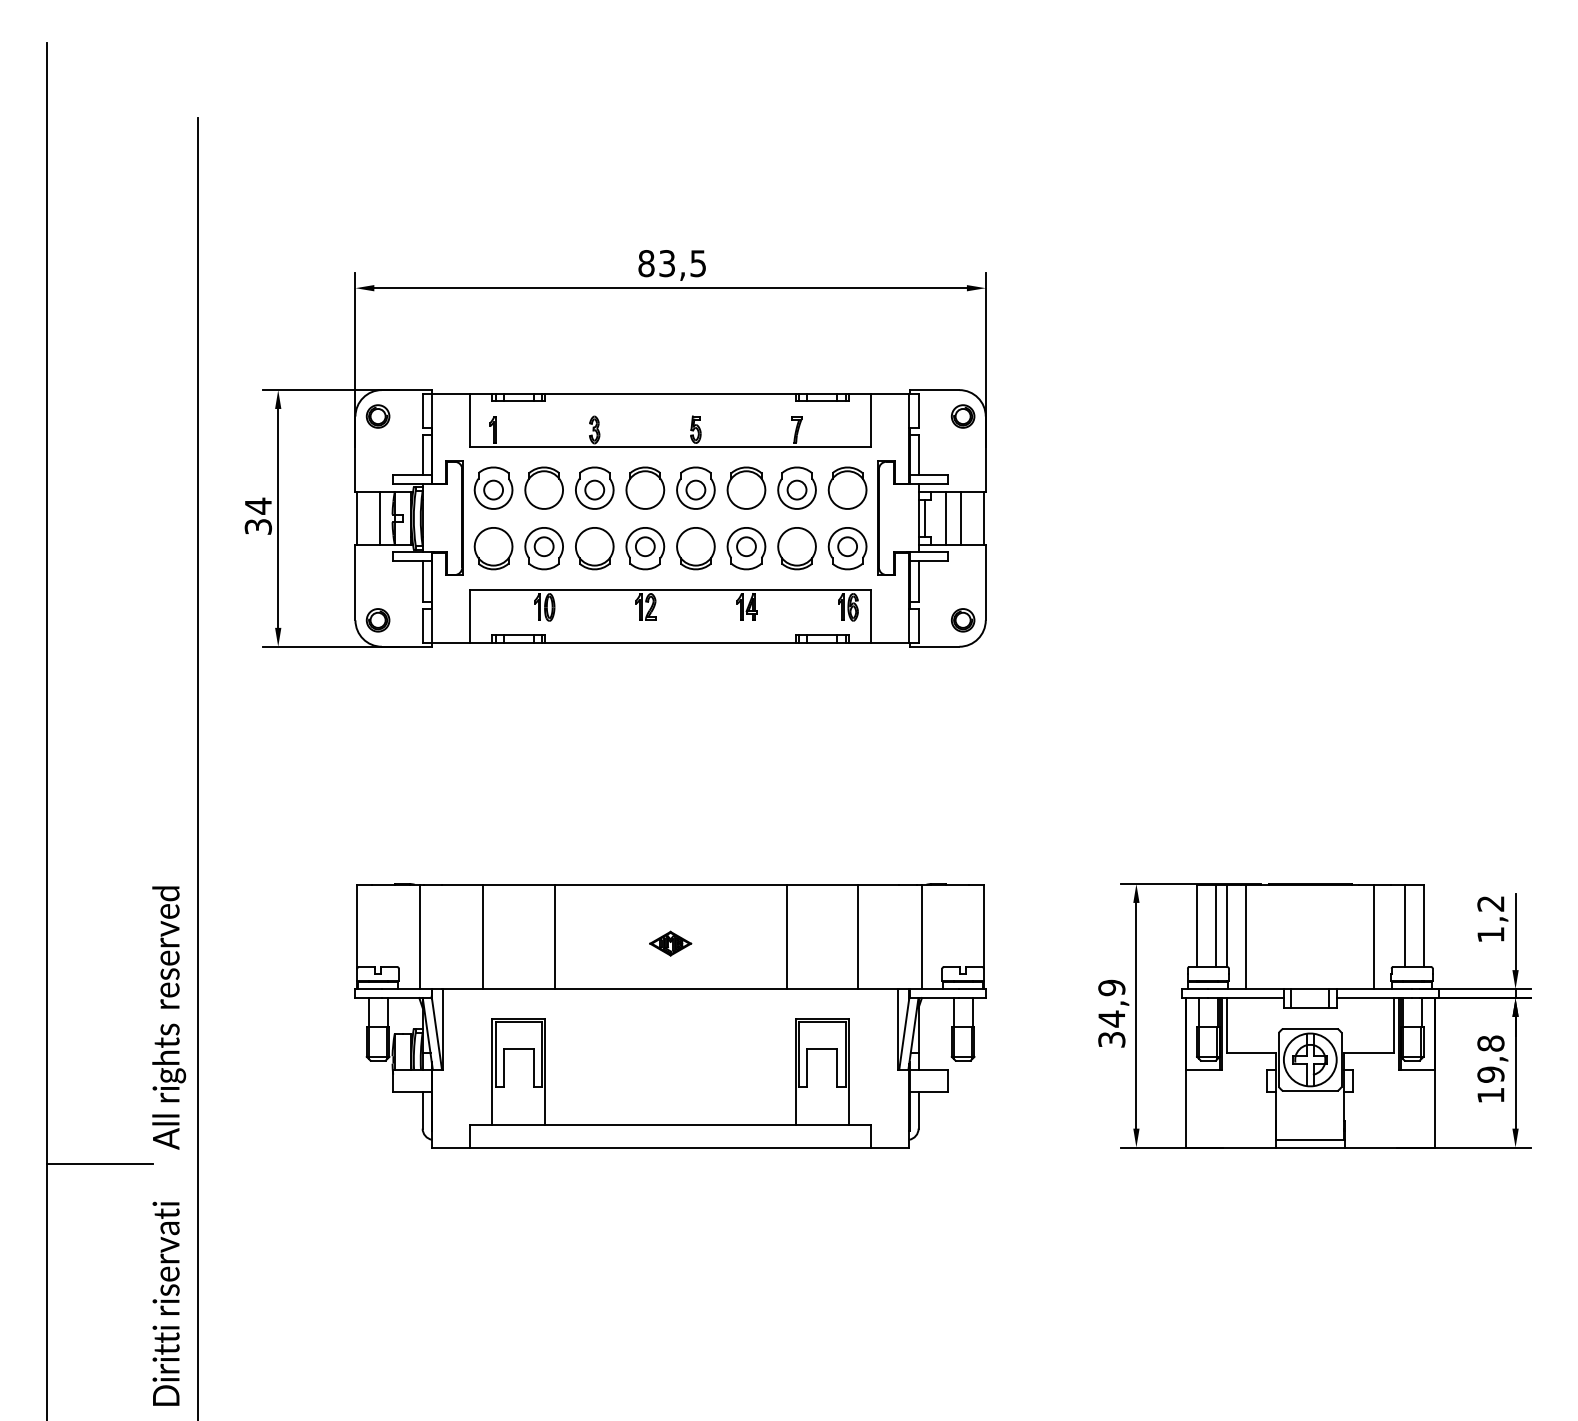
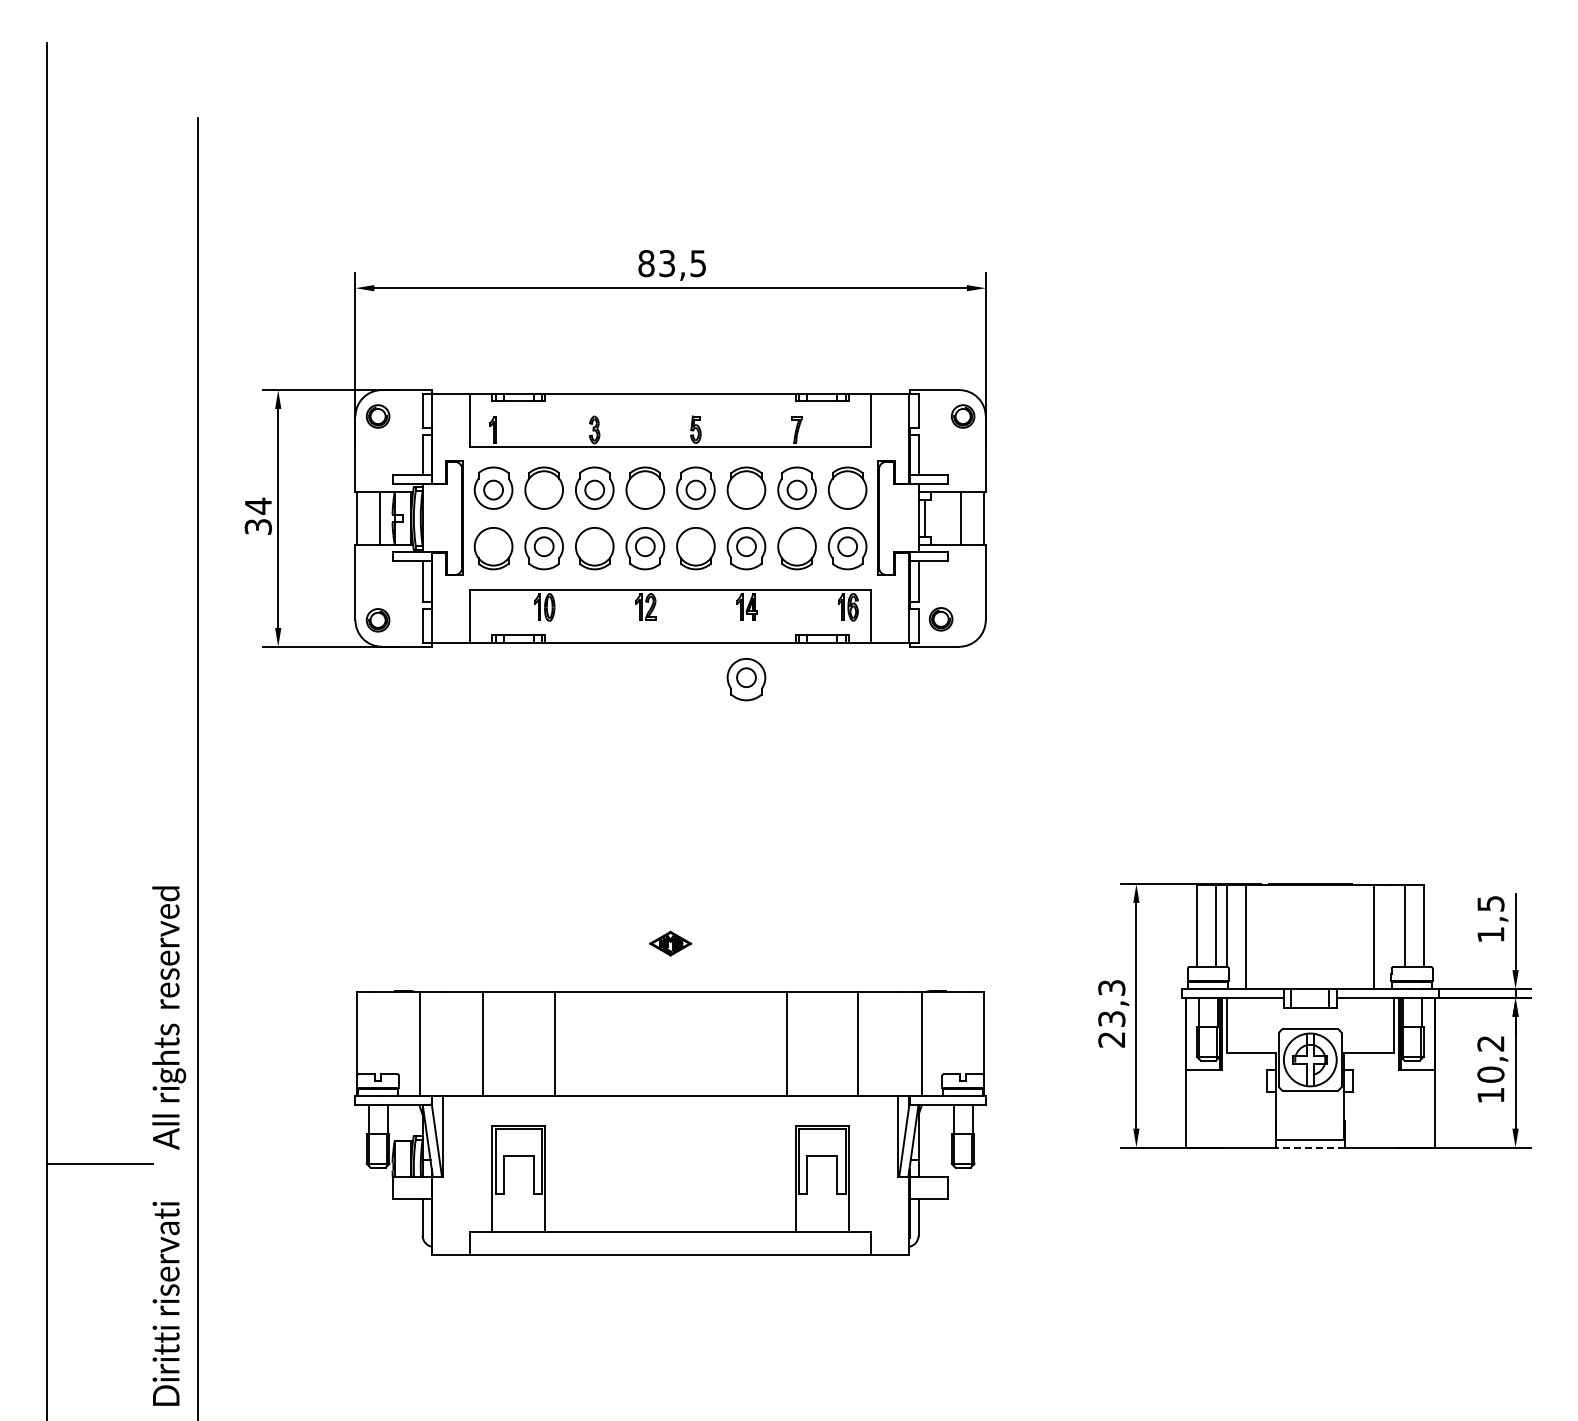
line at (946, 518): present -> none
part at (962, 620) position: (962, 620) -> (940, 619)
part at (746, 679): none -> present
text at (1490, 903): 1,2 -> 1,5
text at (1111, 1013): 34,9 -> 23,3
part at (670, 1015) position: (670, 1015) -> (670, 1122)
text at (1490, 1058): 19,8 -> 10,2
line at (1309, 1147): solid -> dashed
